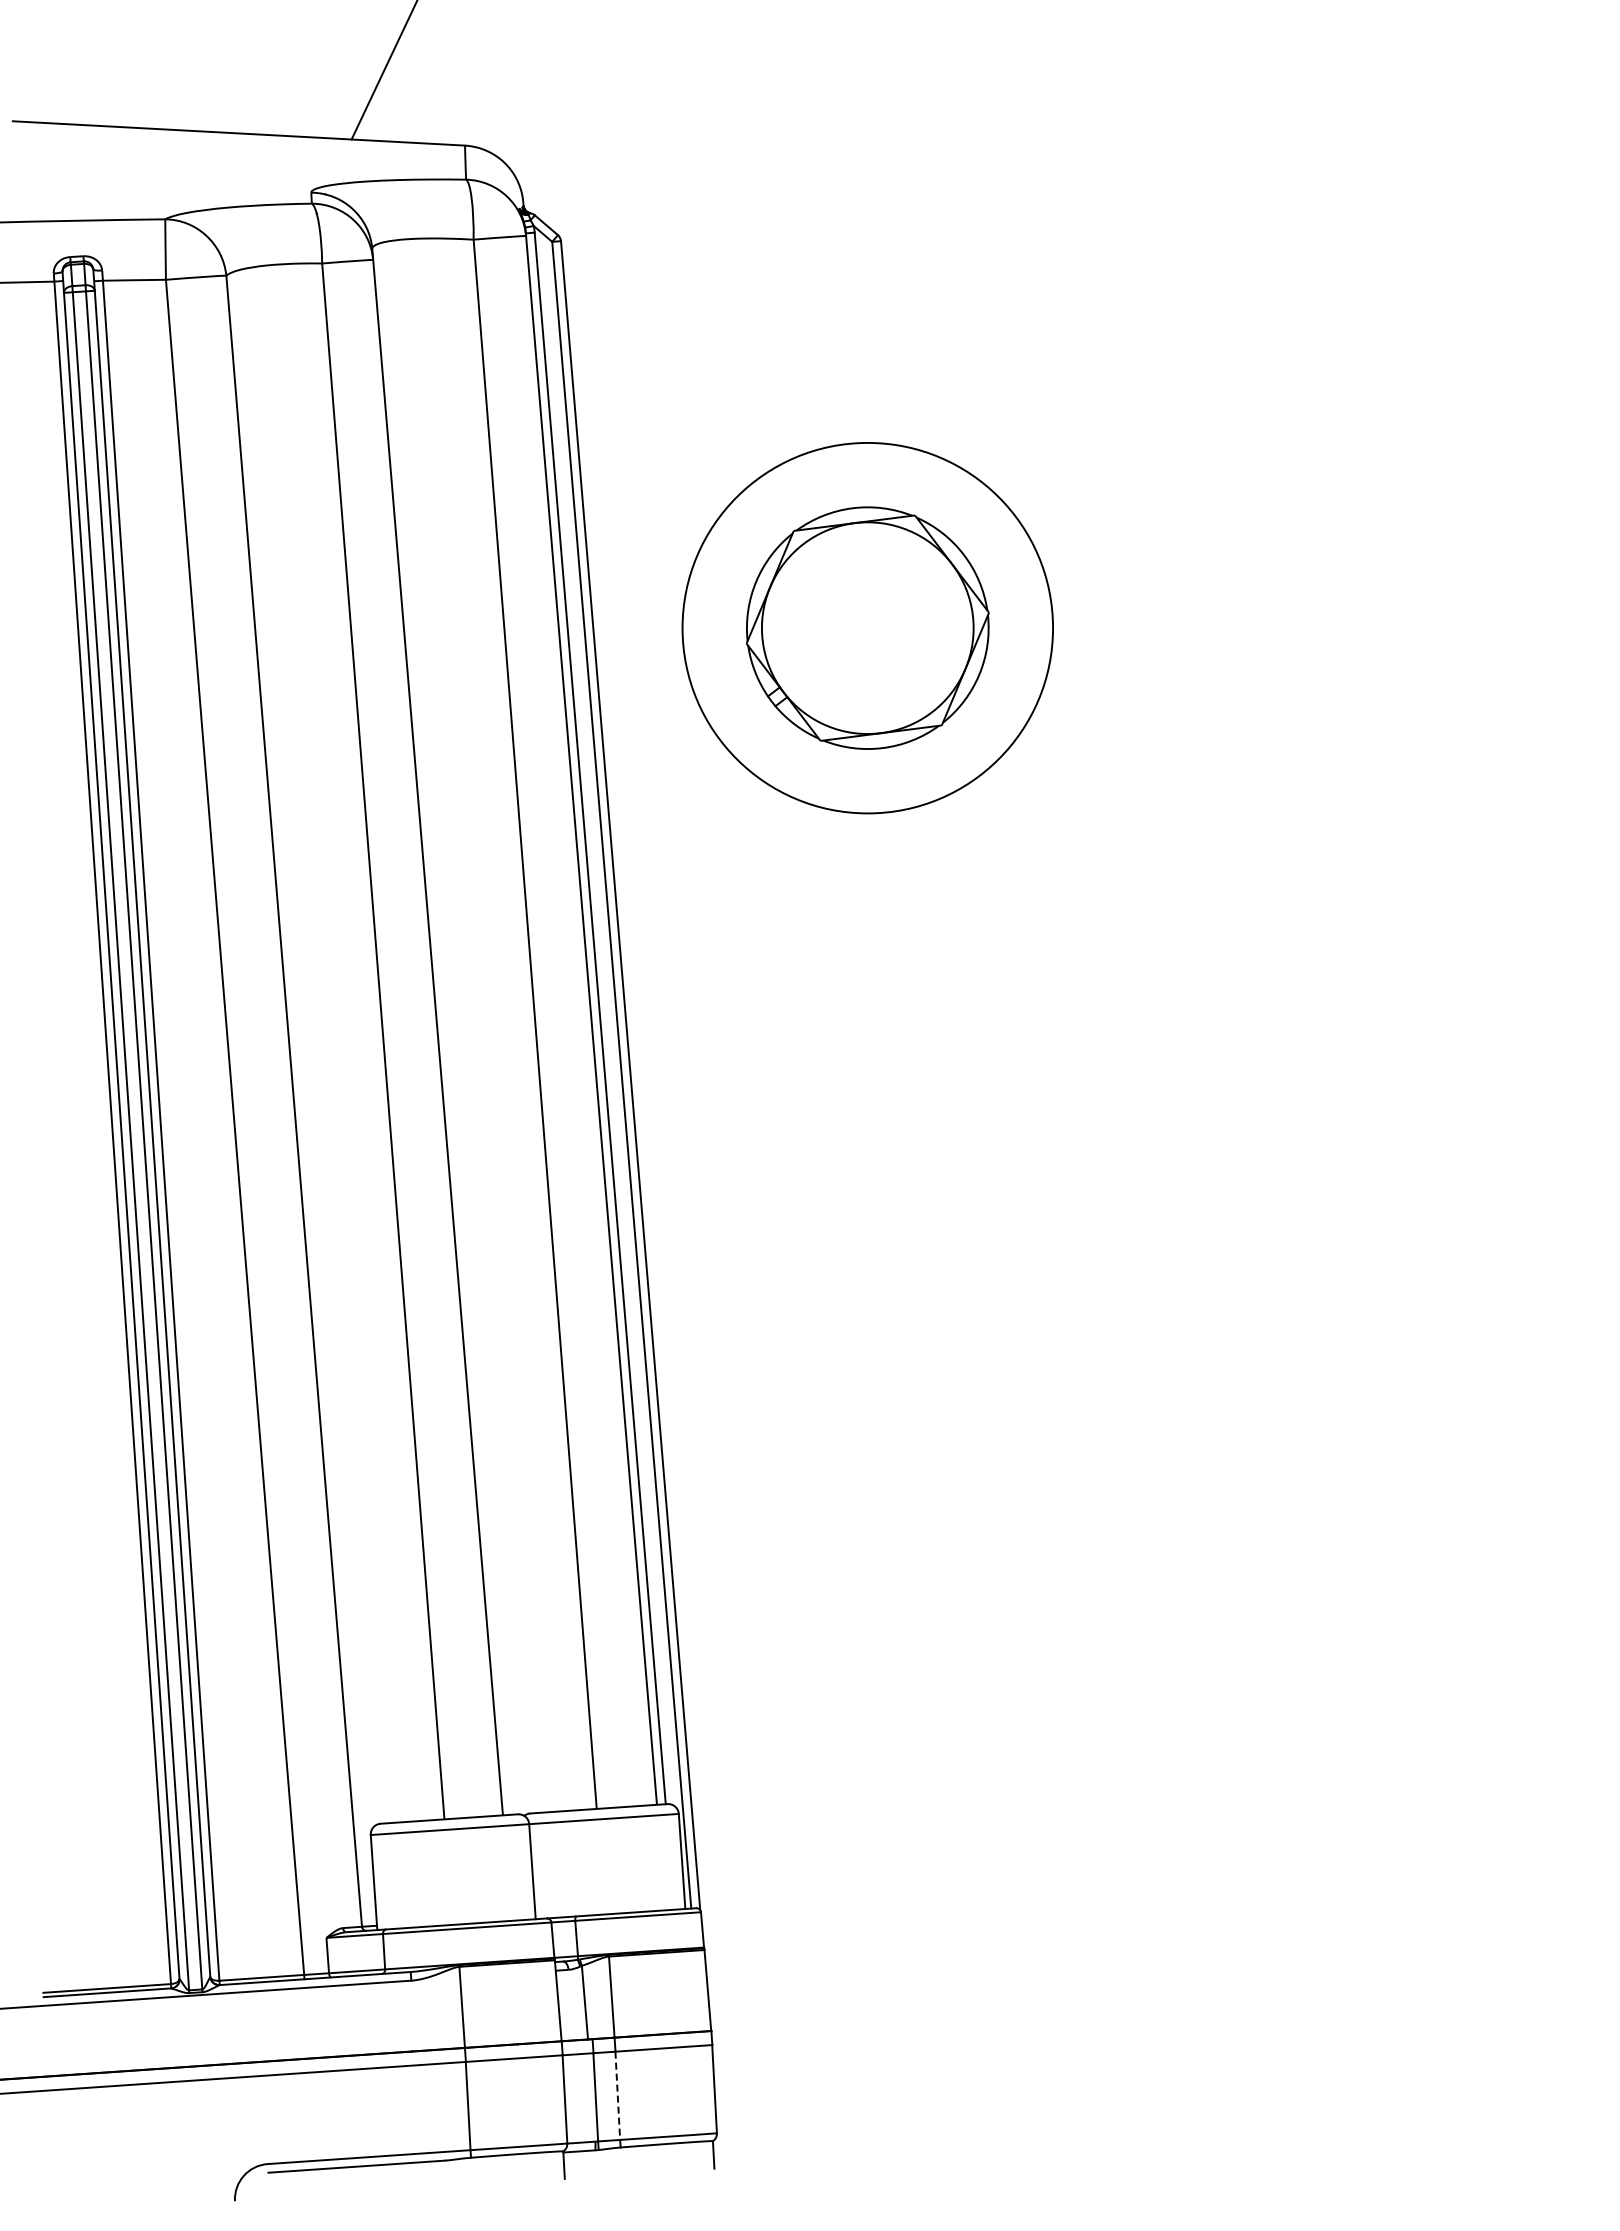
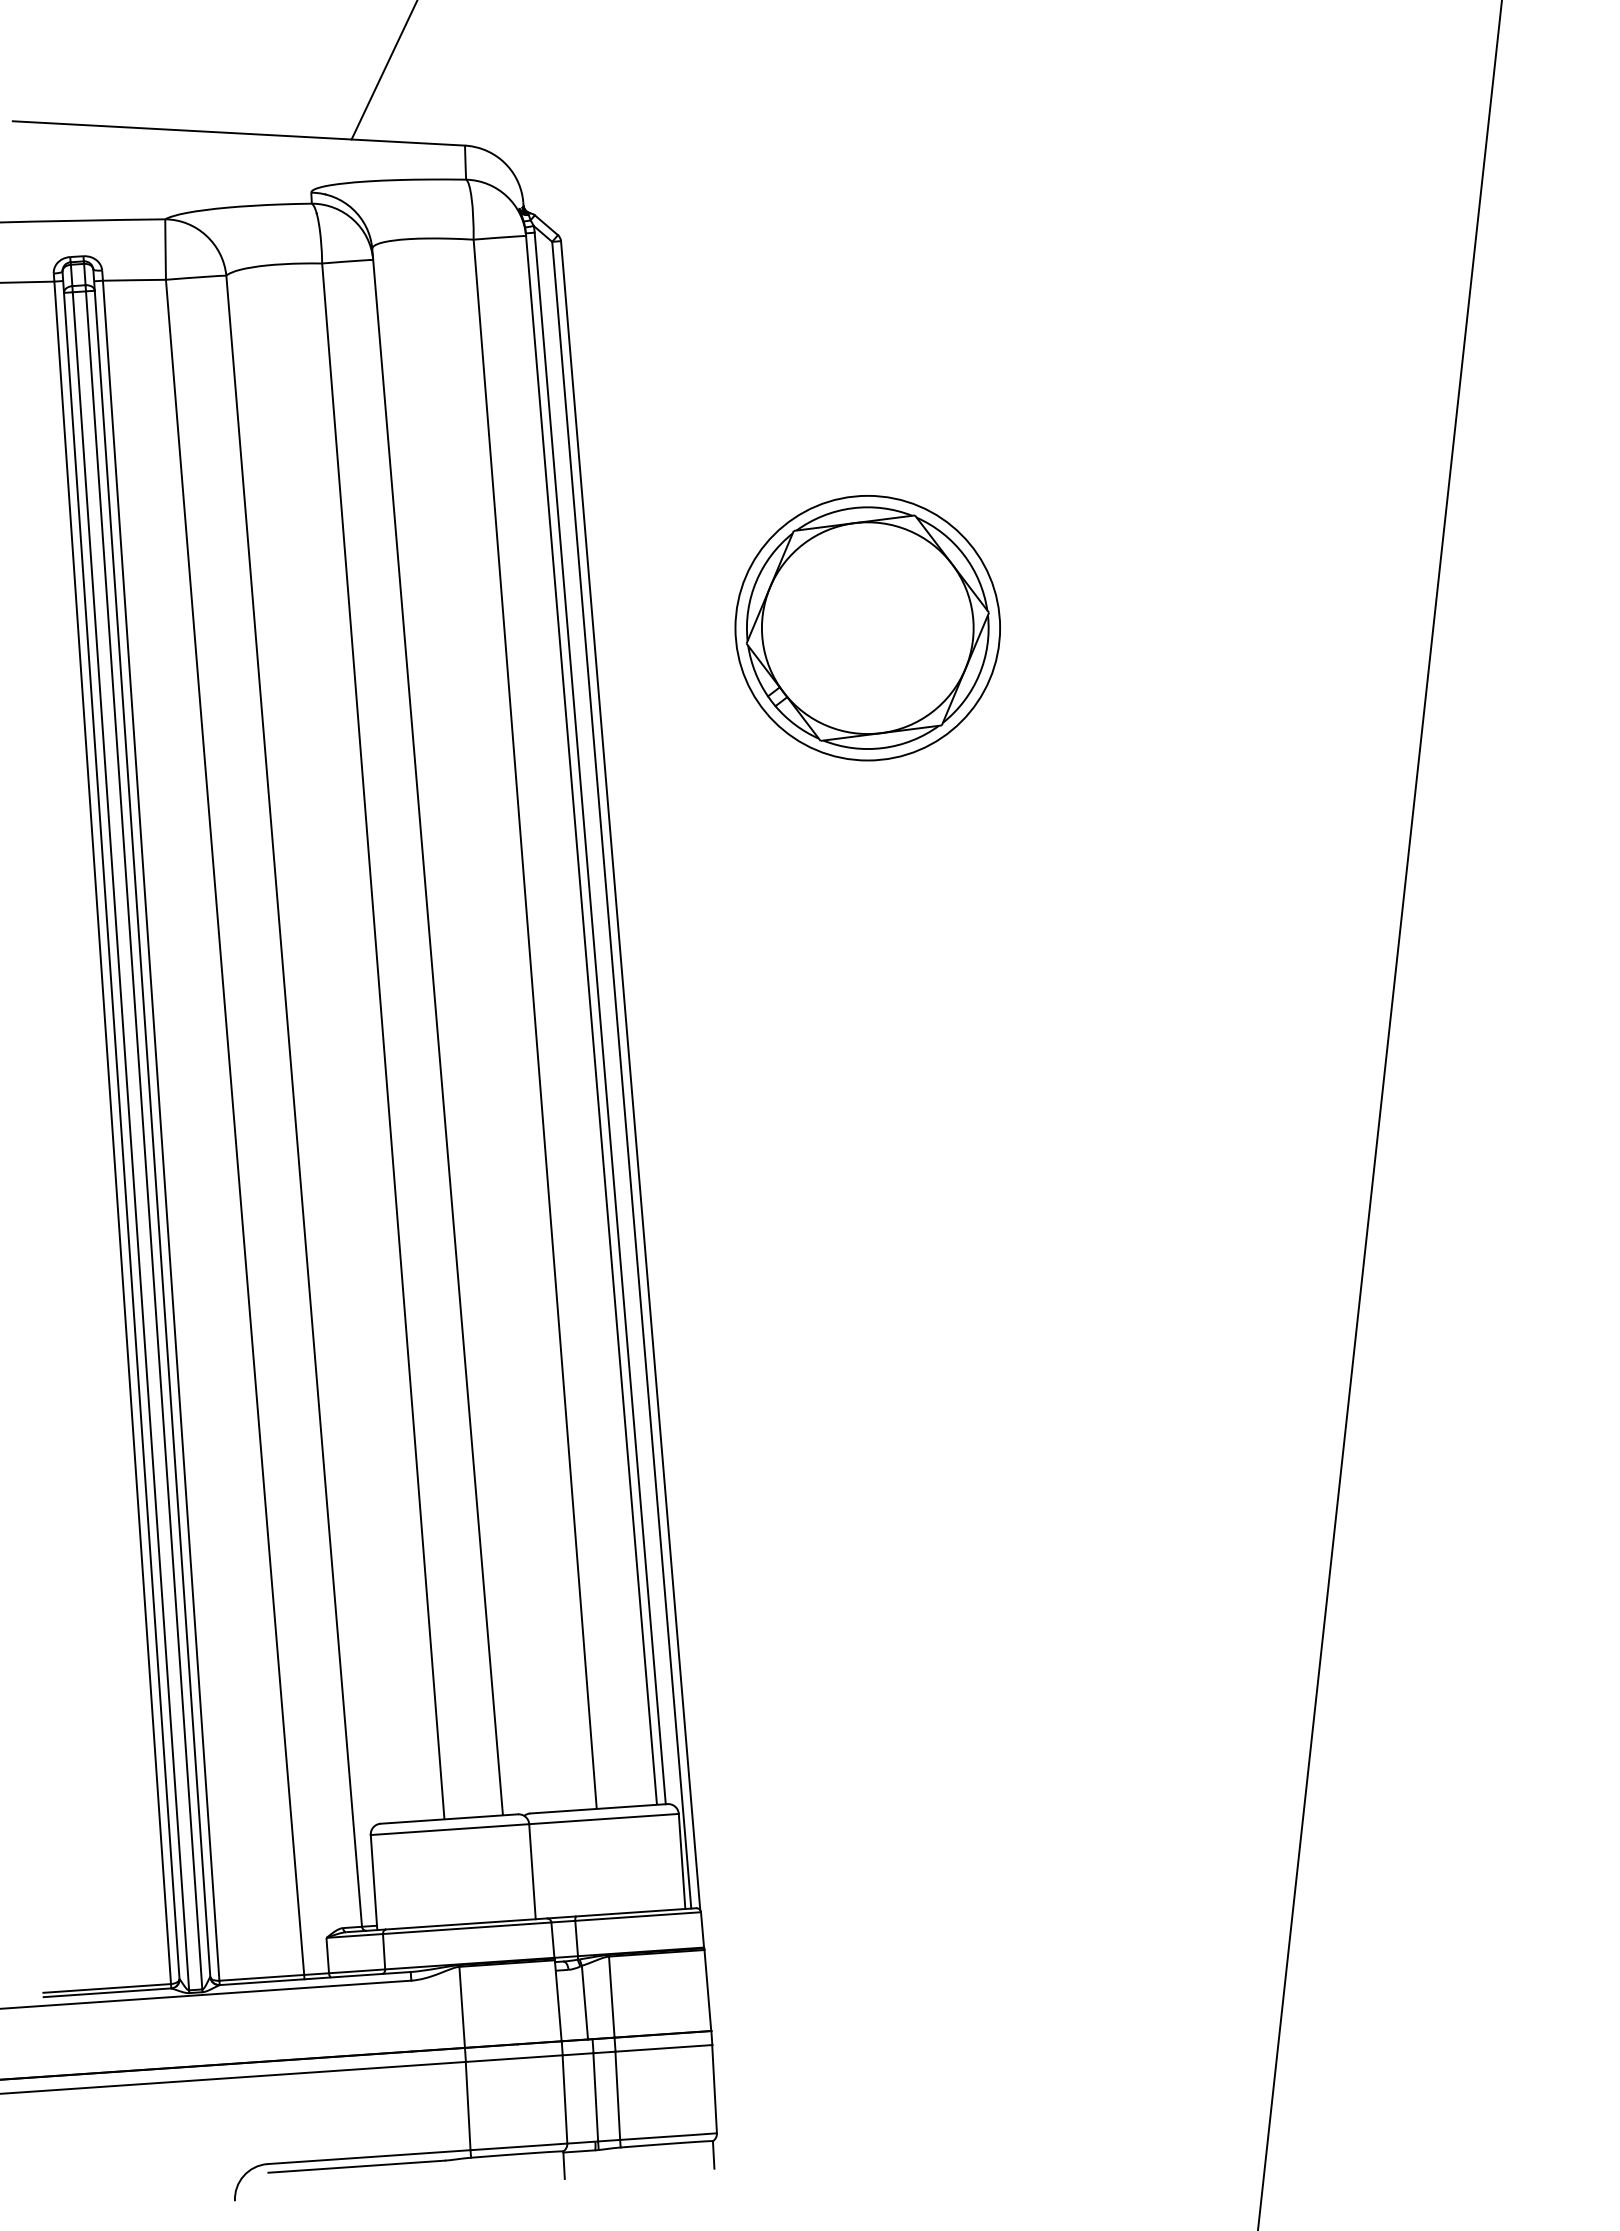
circle at (867, 627) diameter: 370 px -> 265 px
line at (1379, 1114): none -> present
line at (617, 2096): dashed -> solid
